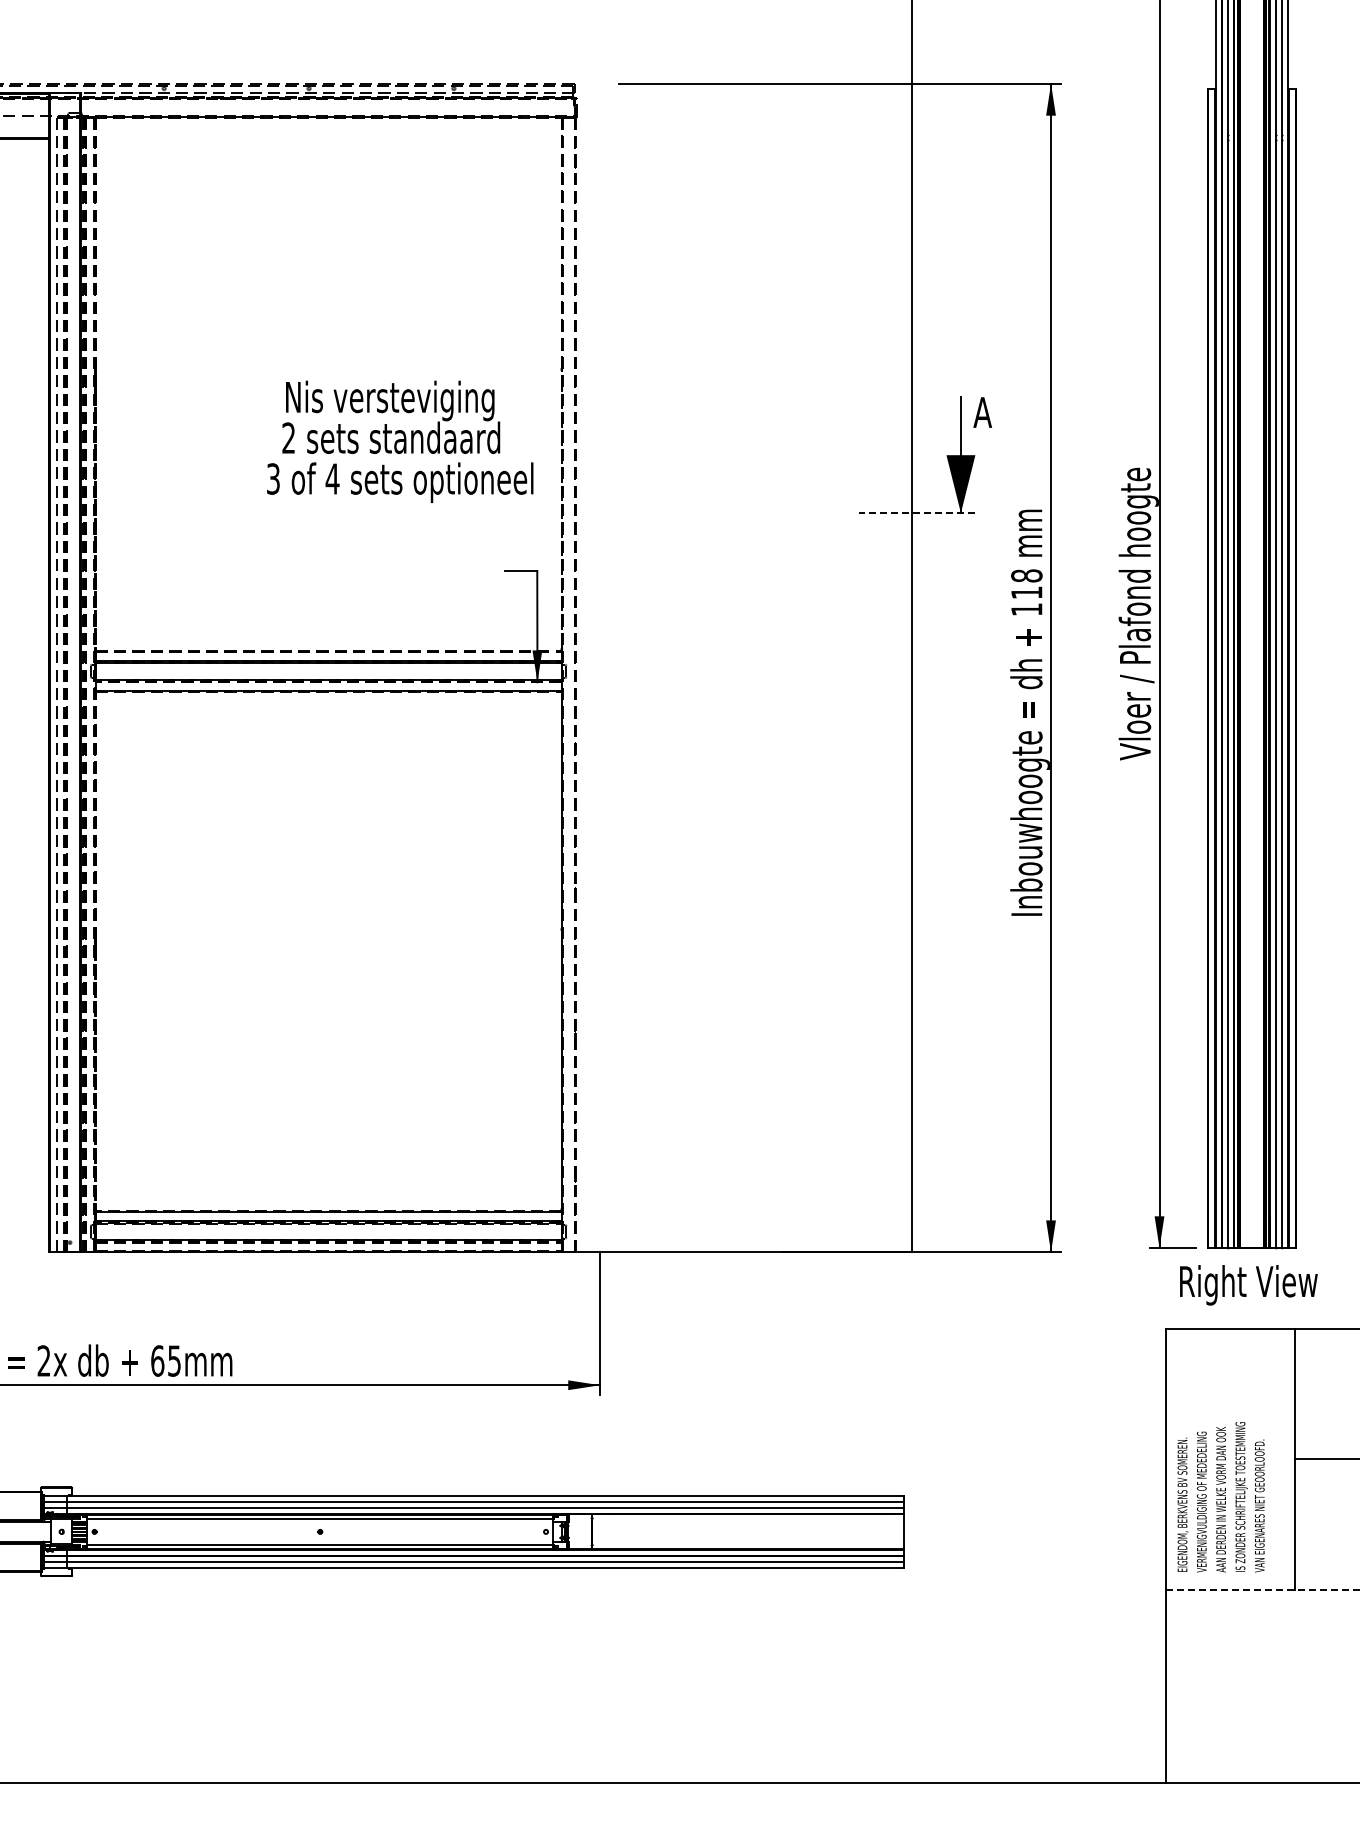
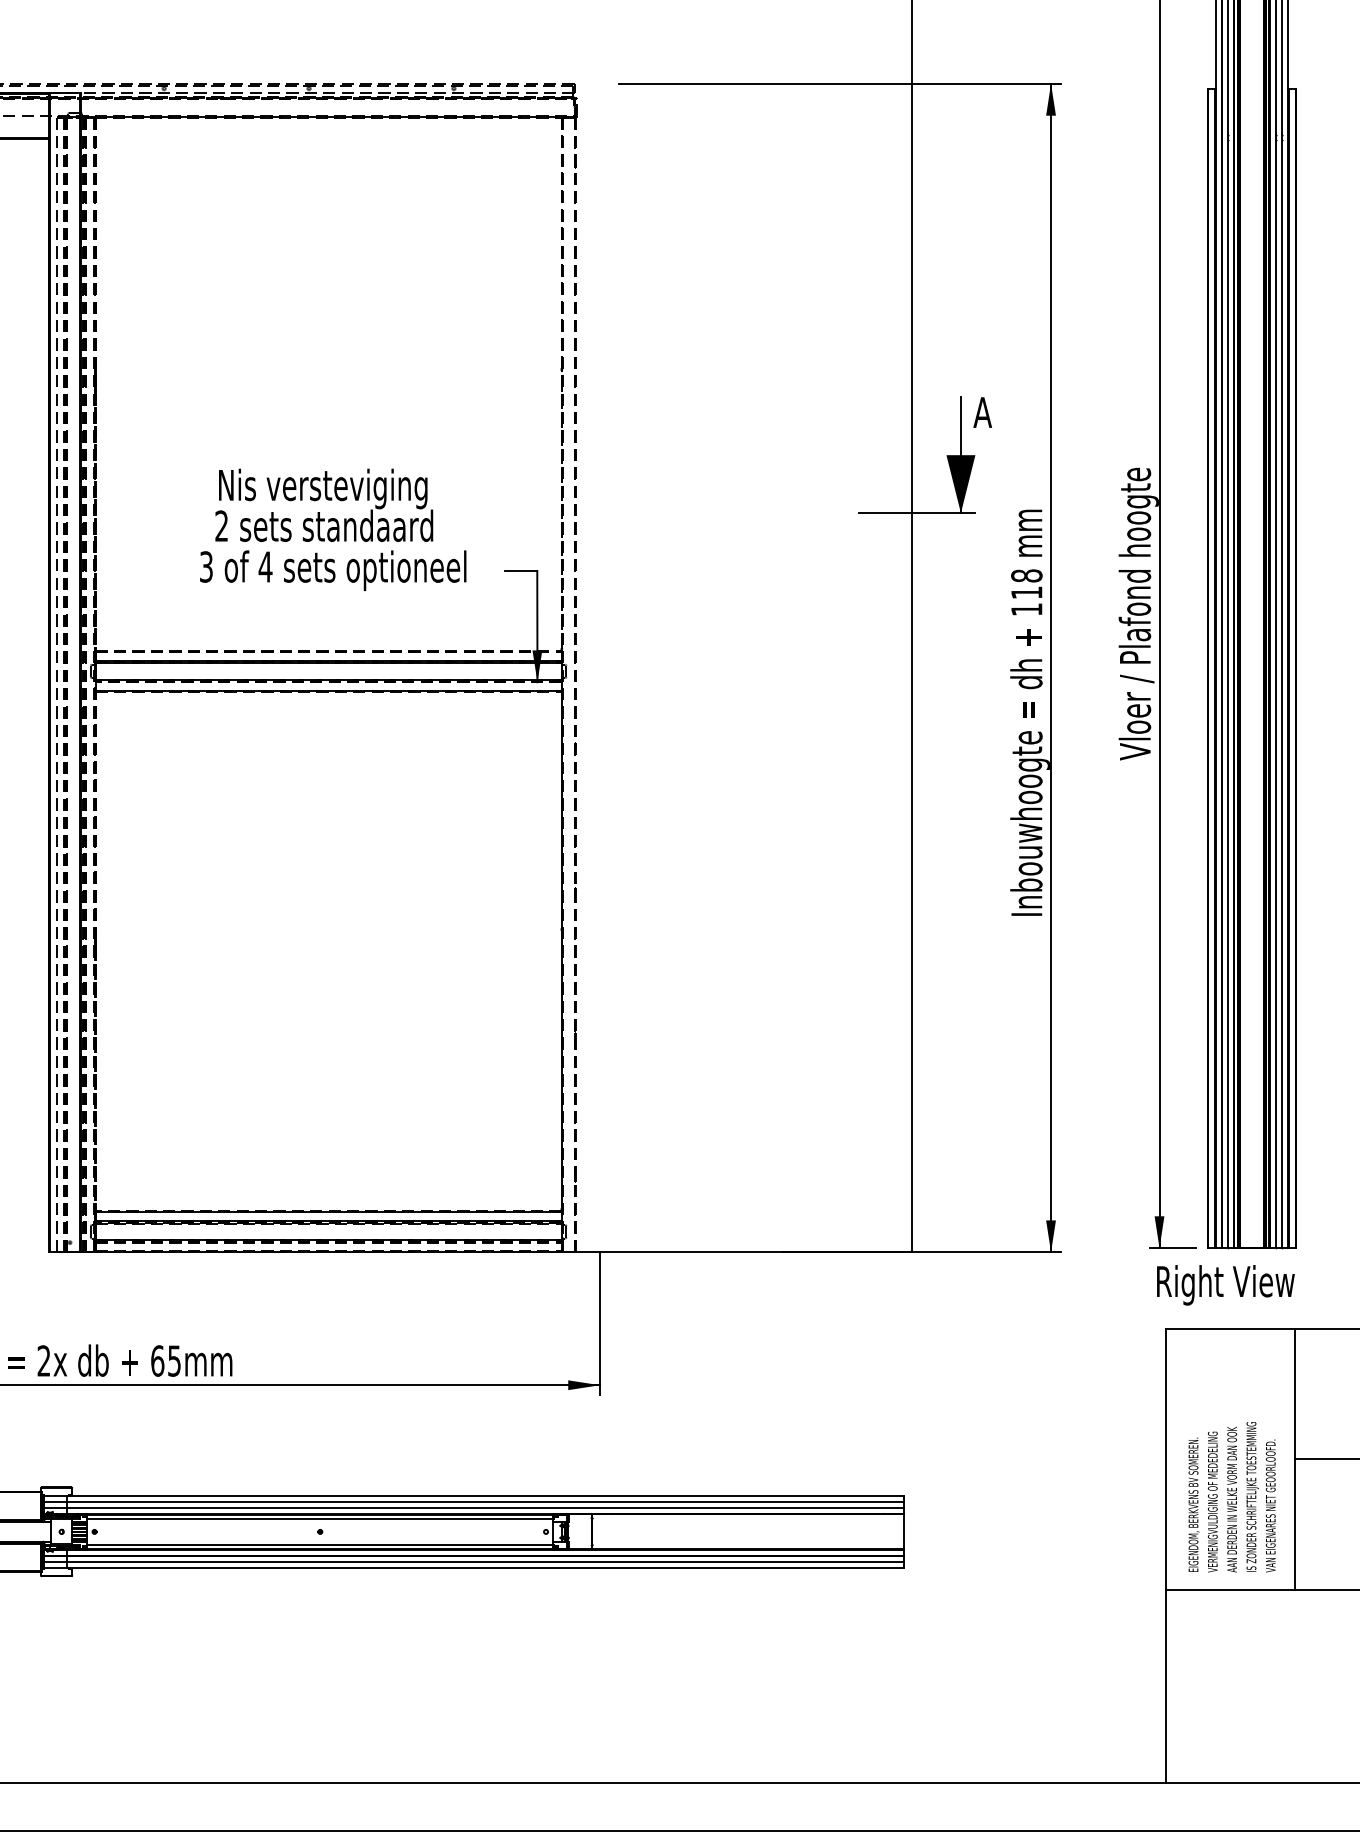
text at (400, 441) position: (400, 441) -> (333, 529)
line at (917, 513): dashed -> solid
text at (1248, 1285) position: (1248, 1285) -> (1225, 1285)
text at (1220, 1497) position: (1220, 1497) -> (1231, 1497)
line at (1262, 1589): dashed -> solid
line at (679, 1831): none -> present
